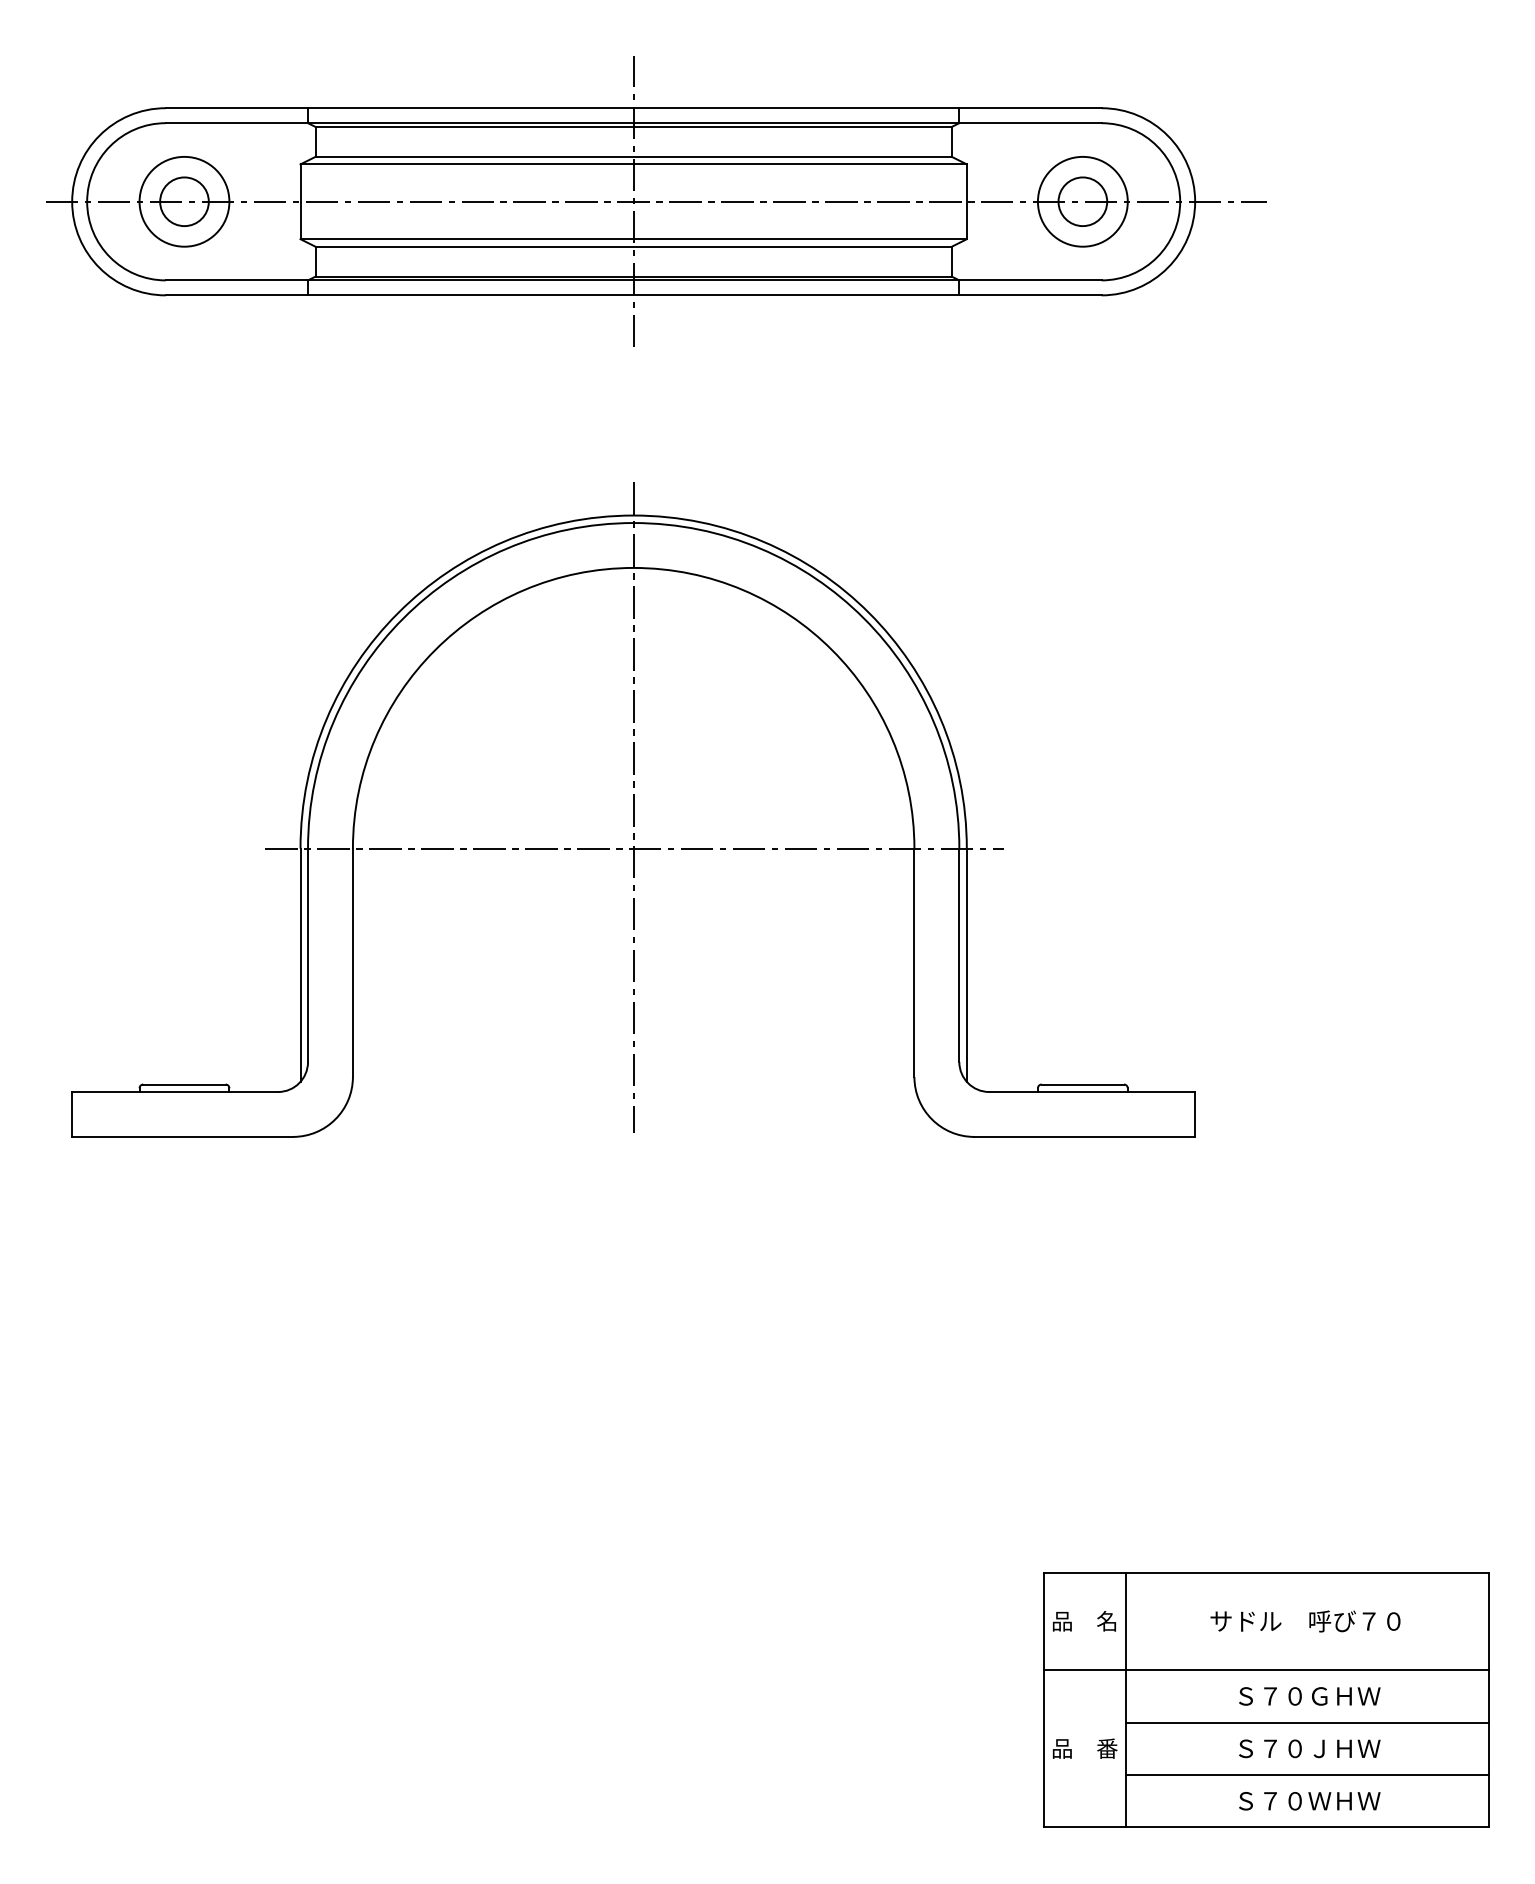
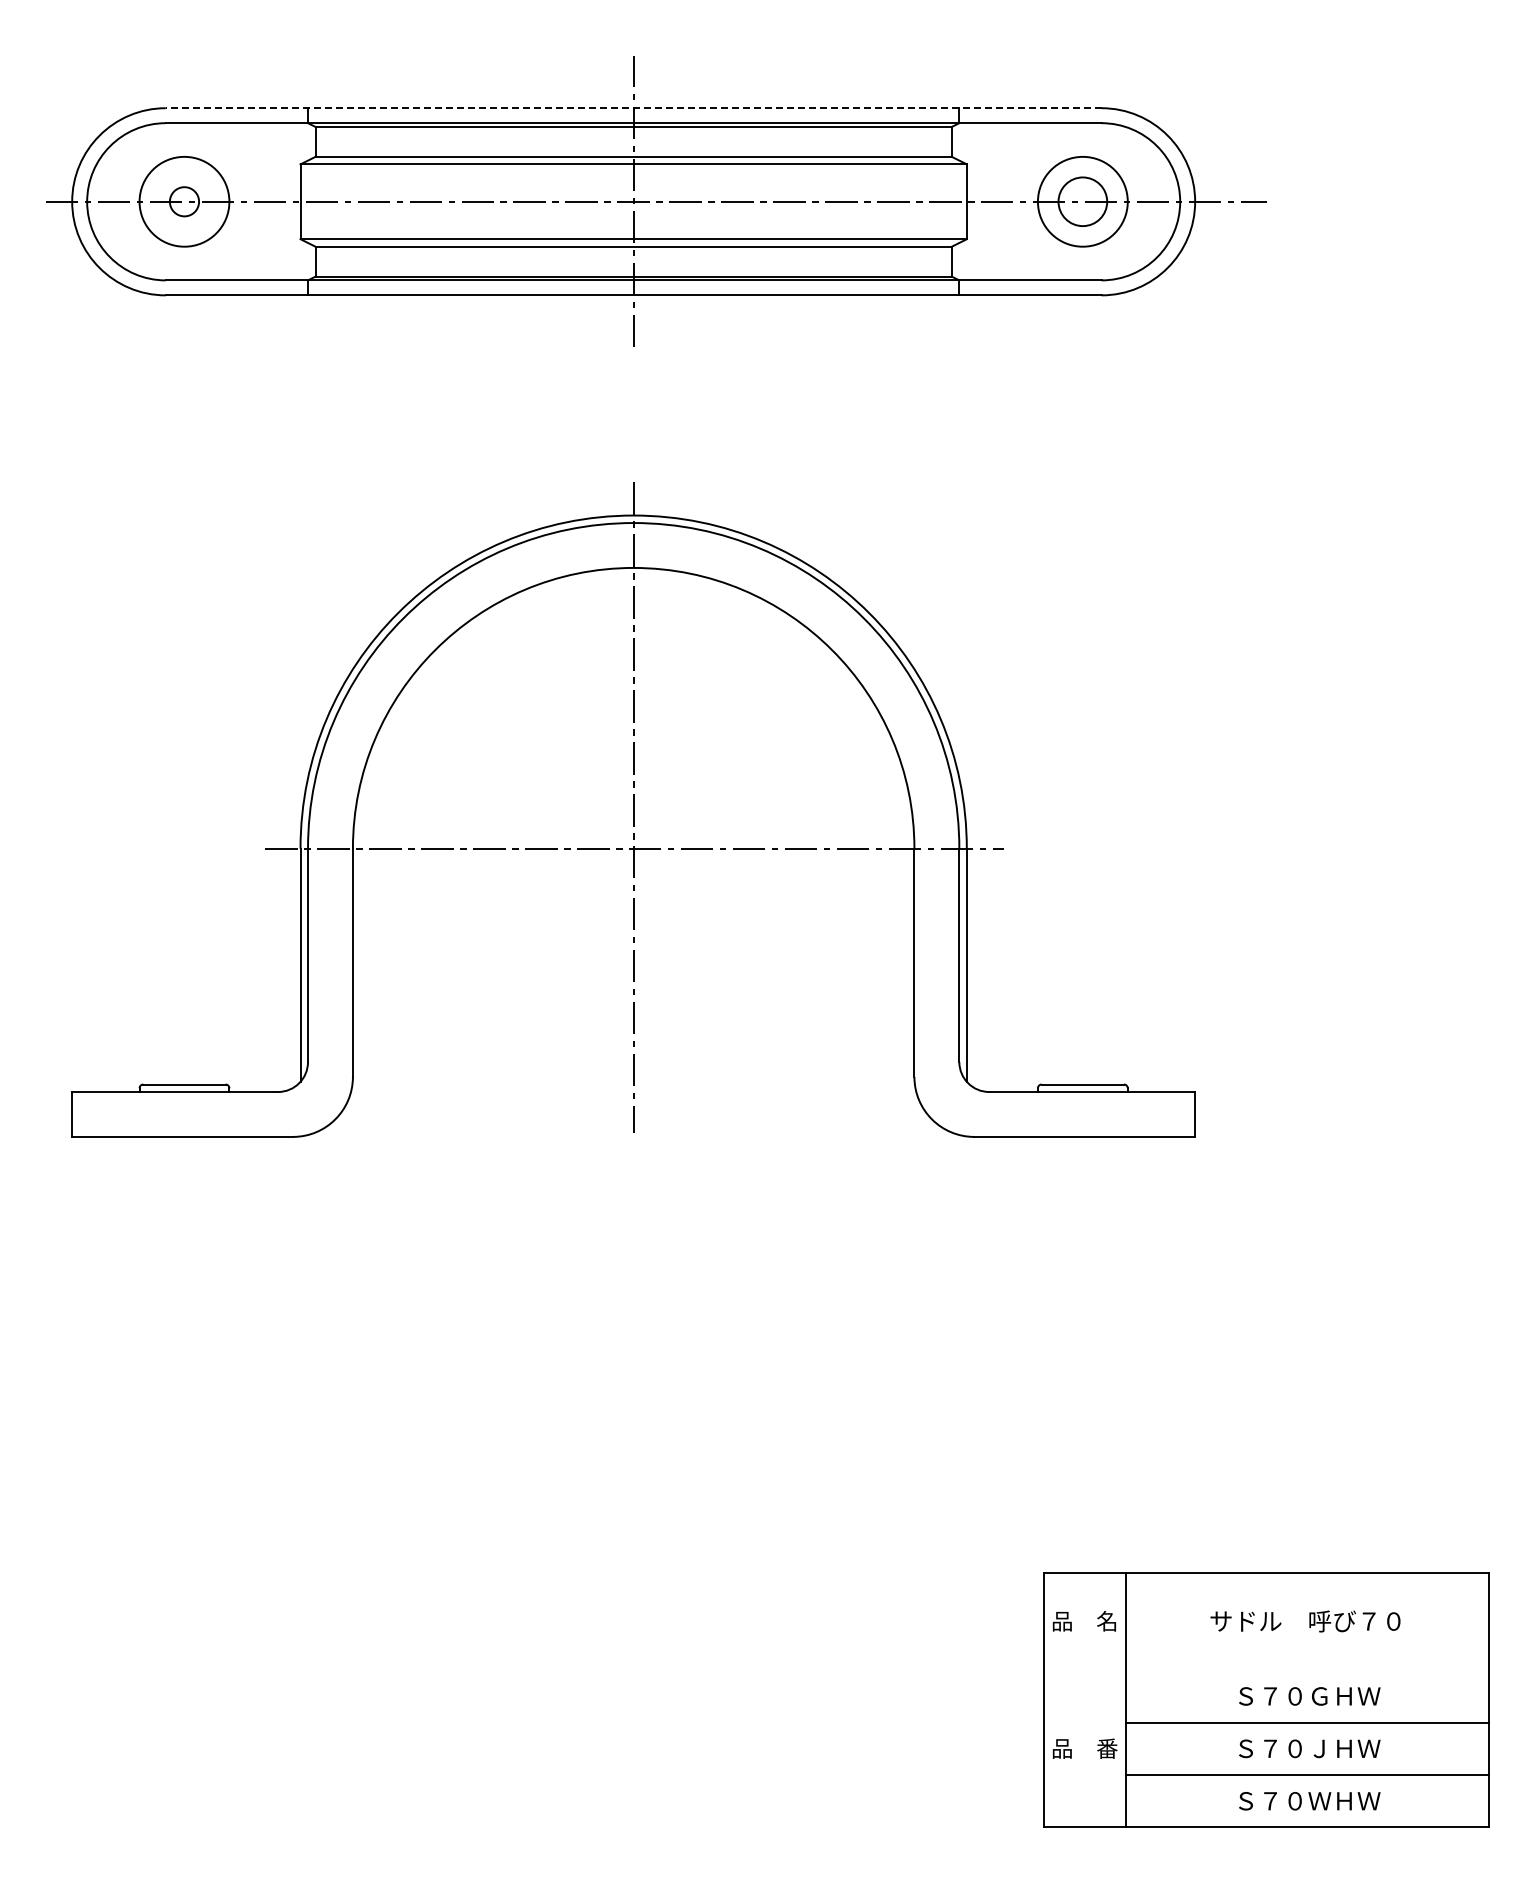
line at (633, 108): solid -> dashed
circle at (184, 201) diameter: 49 px -> 29 px
line at (1266, 1670): present -> none
